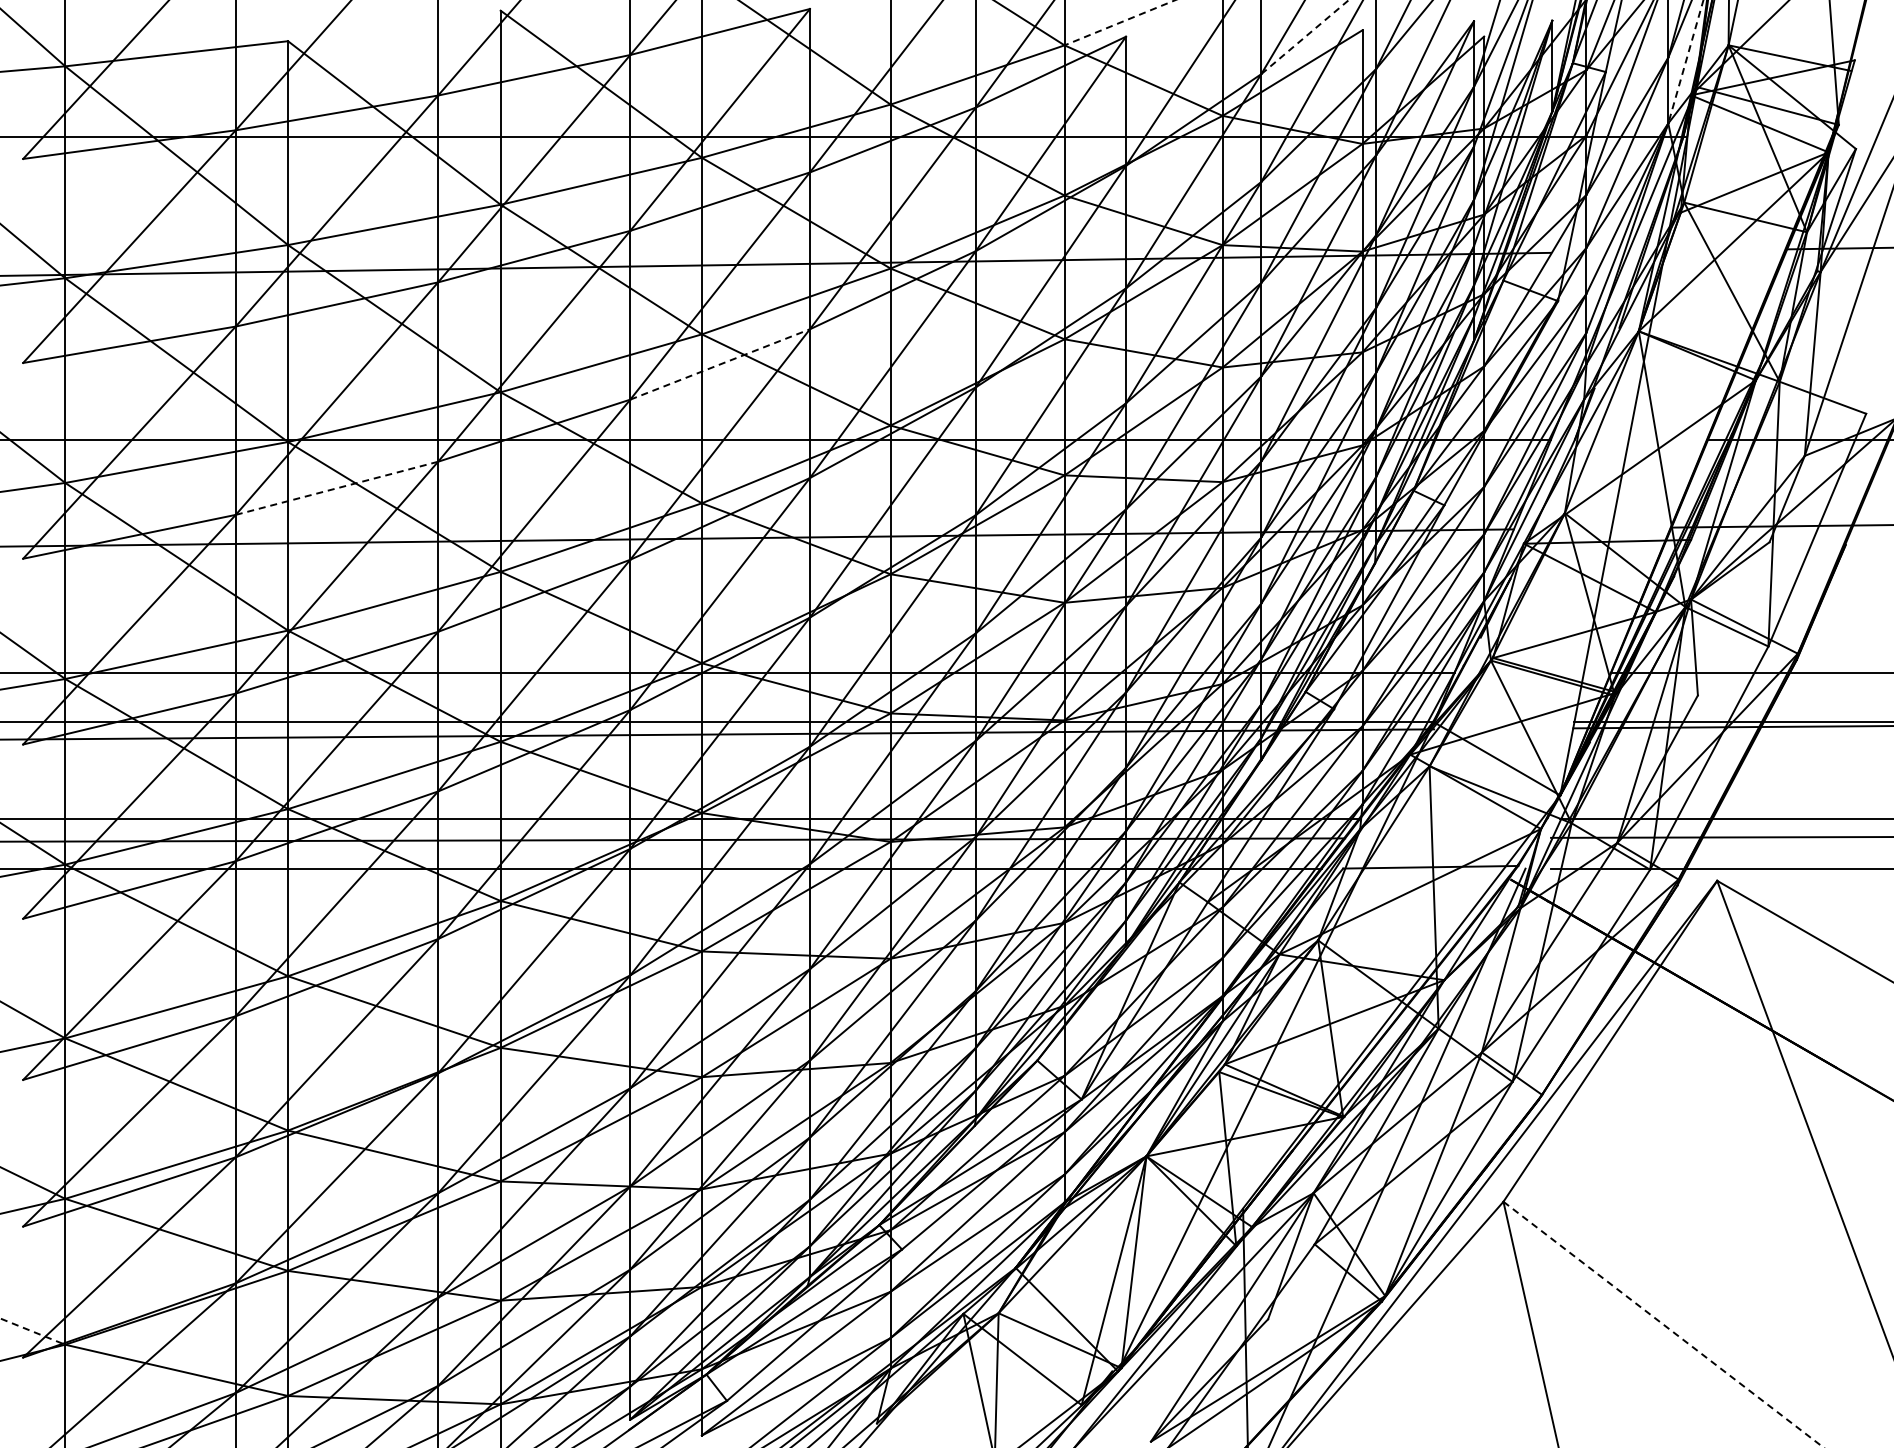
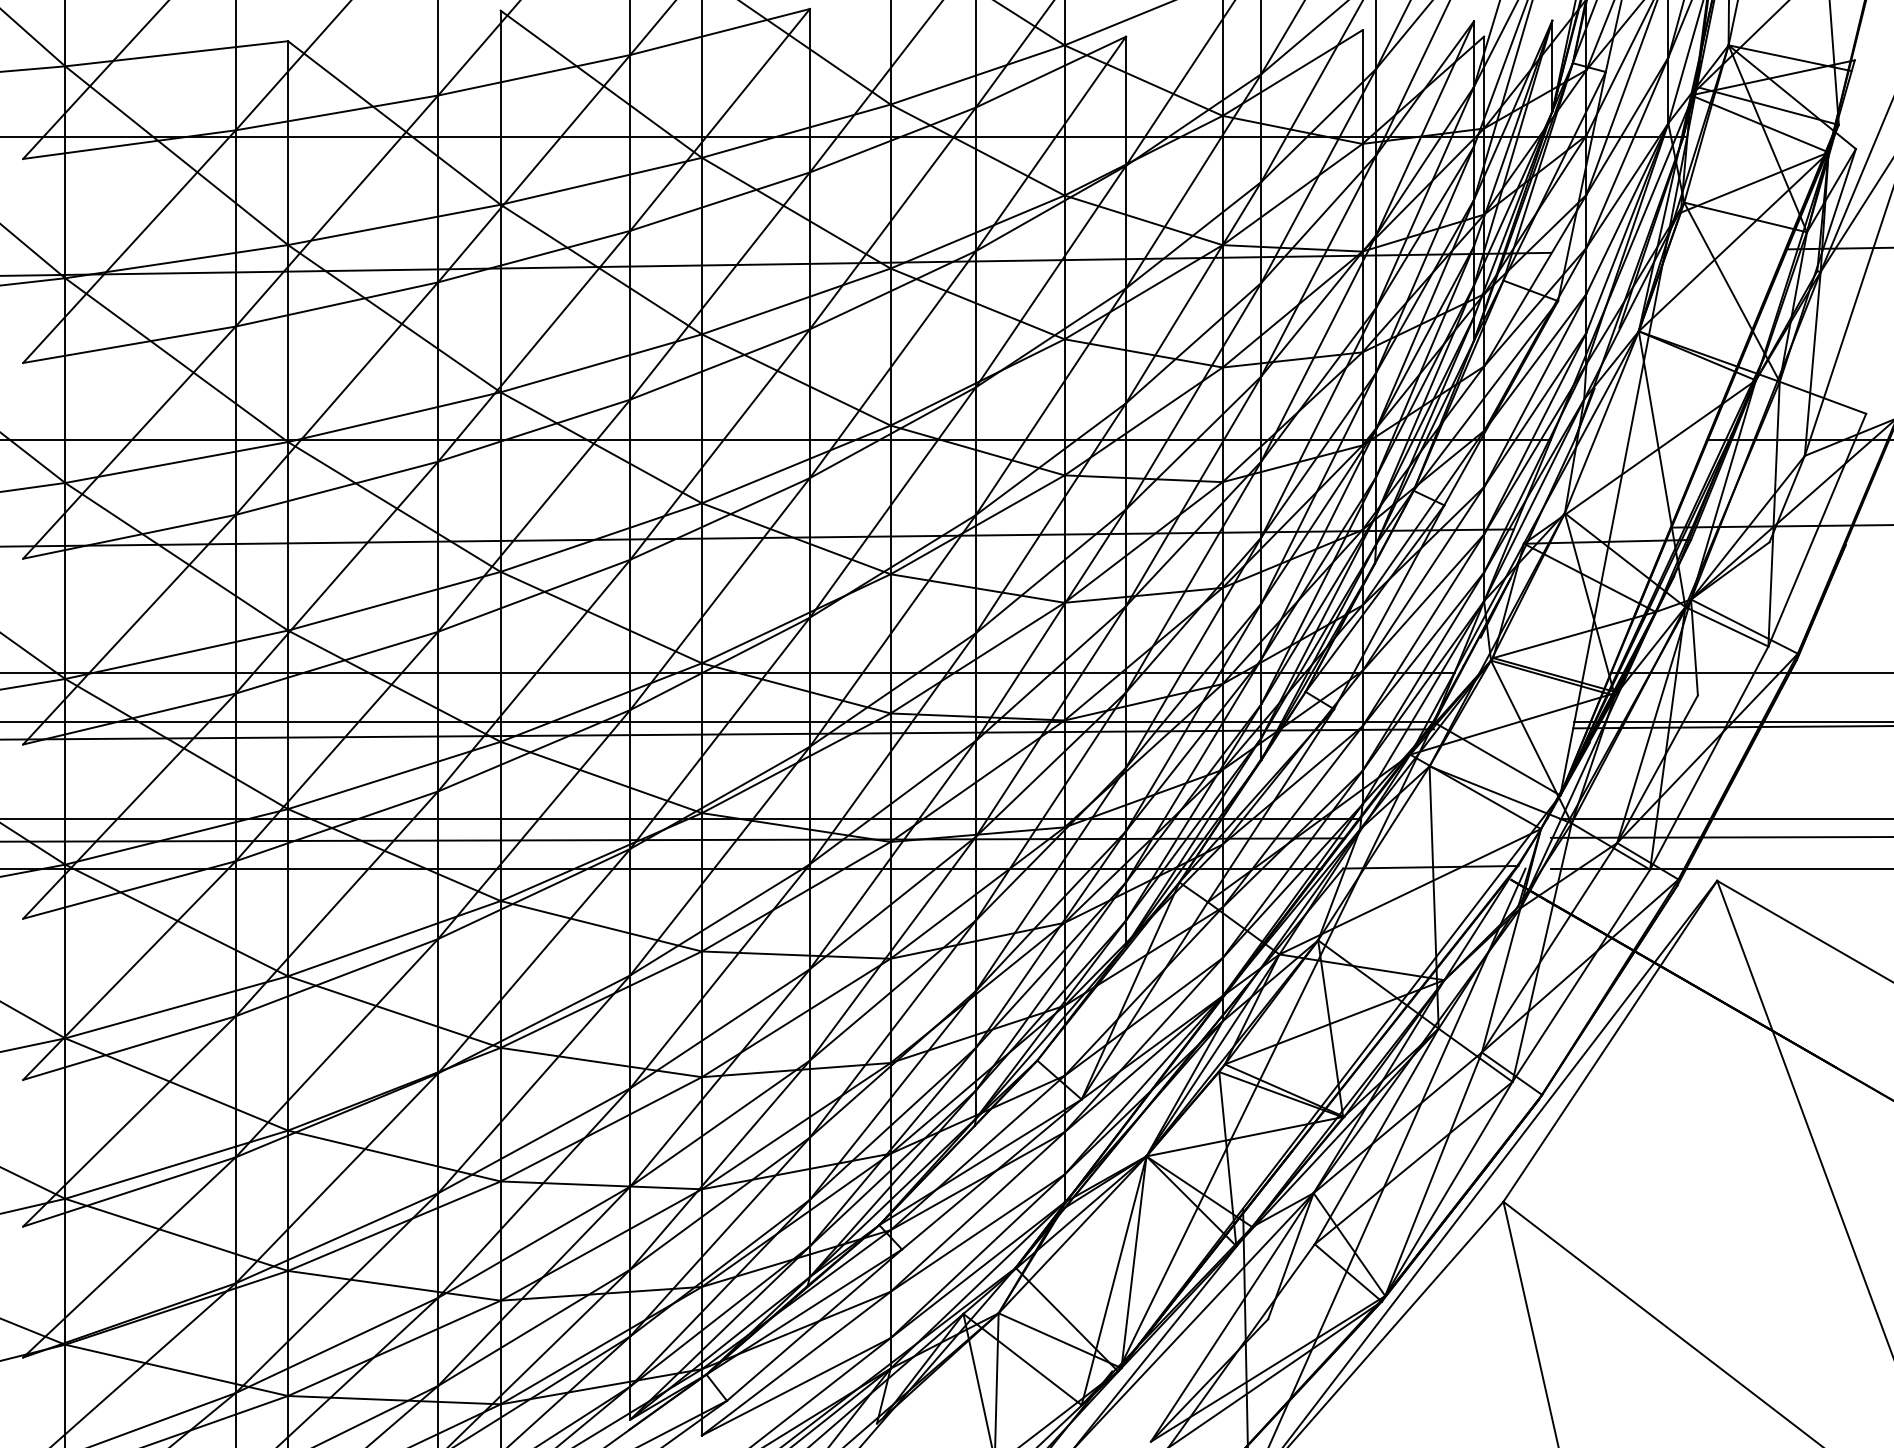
line at (1120, 22): dashed -> solid
line at (1305, 36): dashed -> solid
line at (1685, 61): dashed -> solid
line at (720, 364): dashed -> solid
line at (336, 488): dashed -> solid
line at (1663, 1324): dashed -> solid
line at (32, 1331): dashed -> solid
